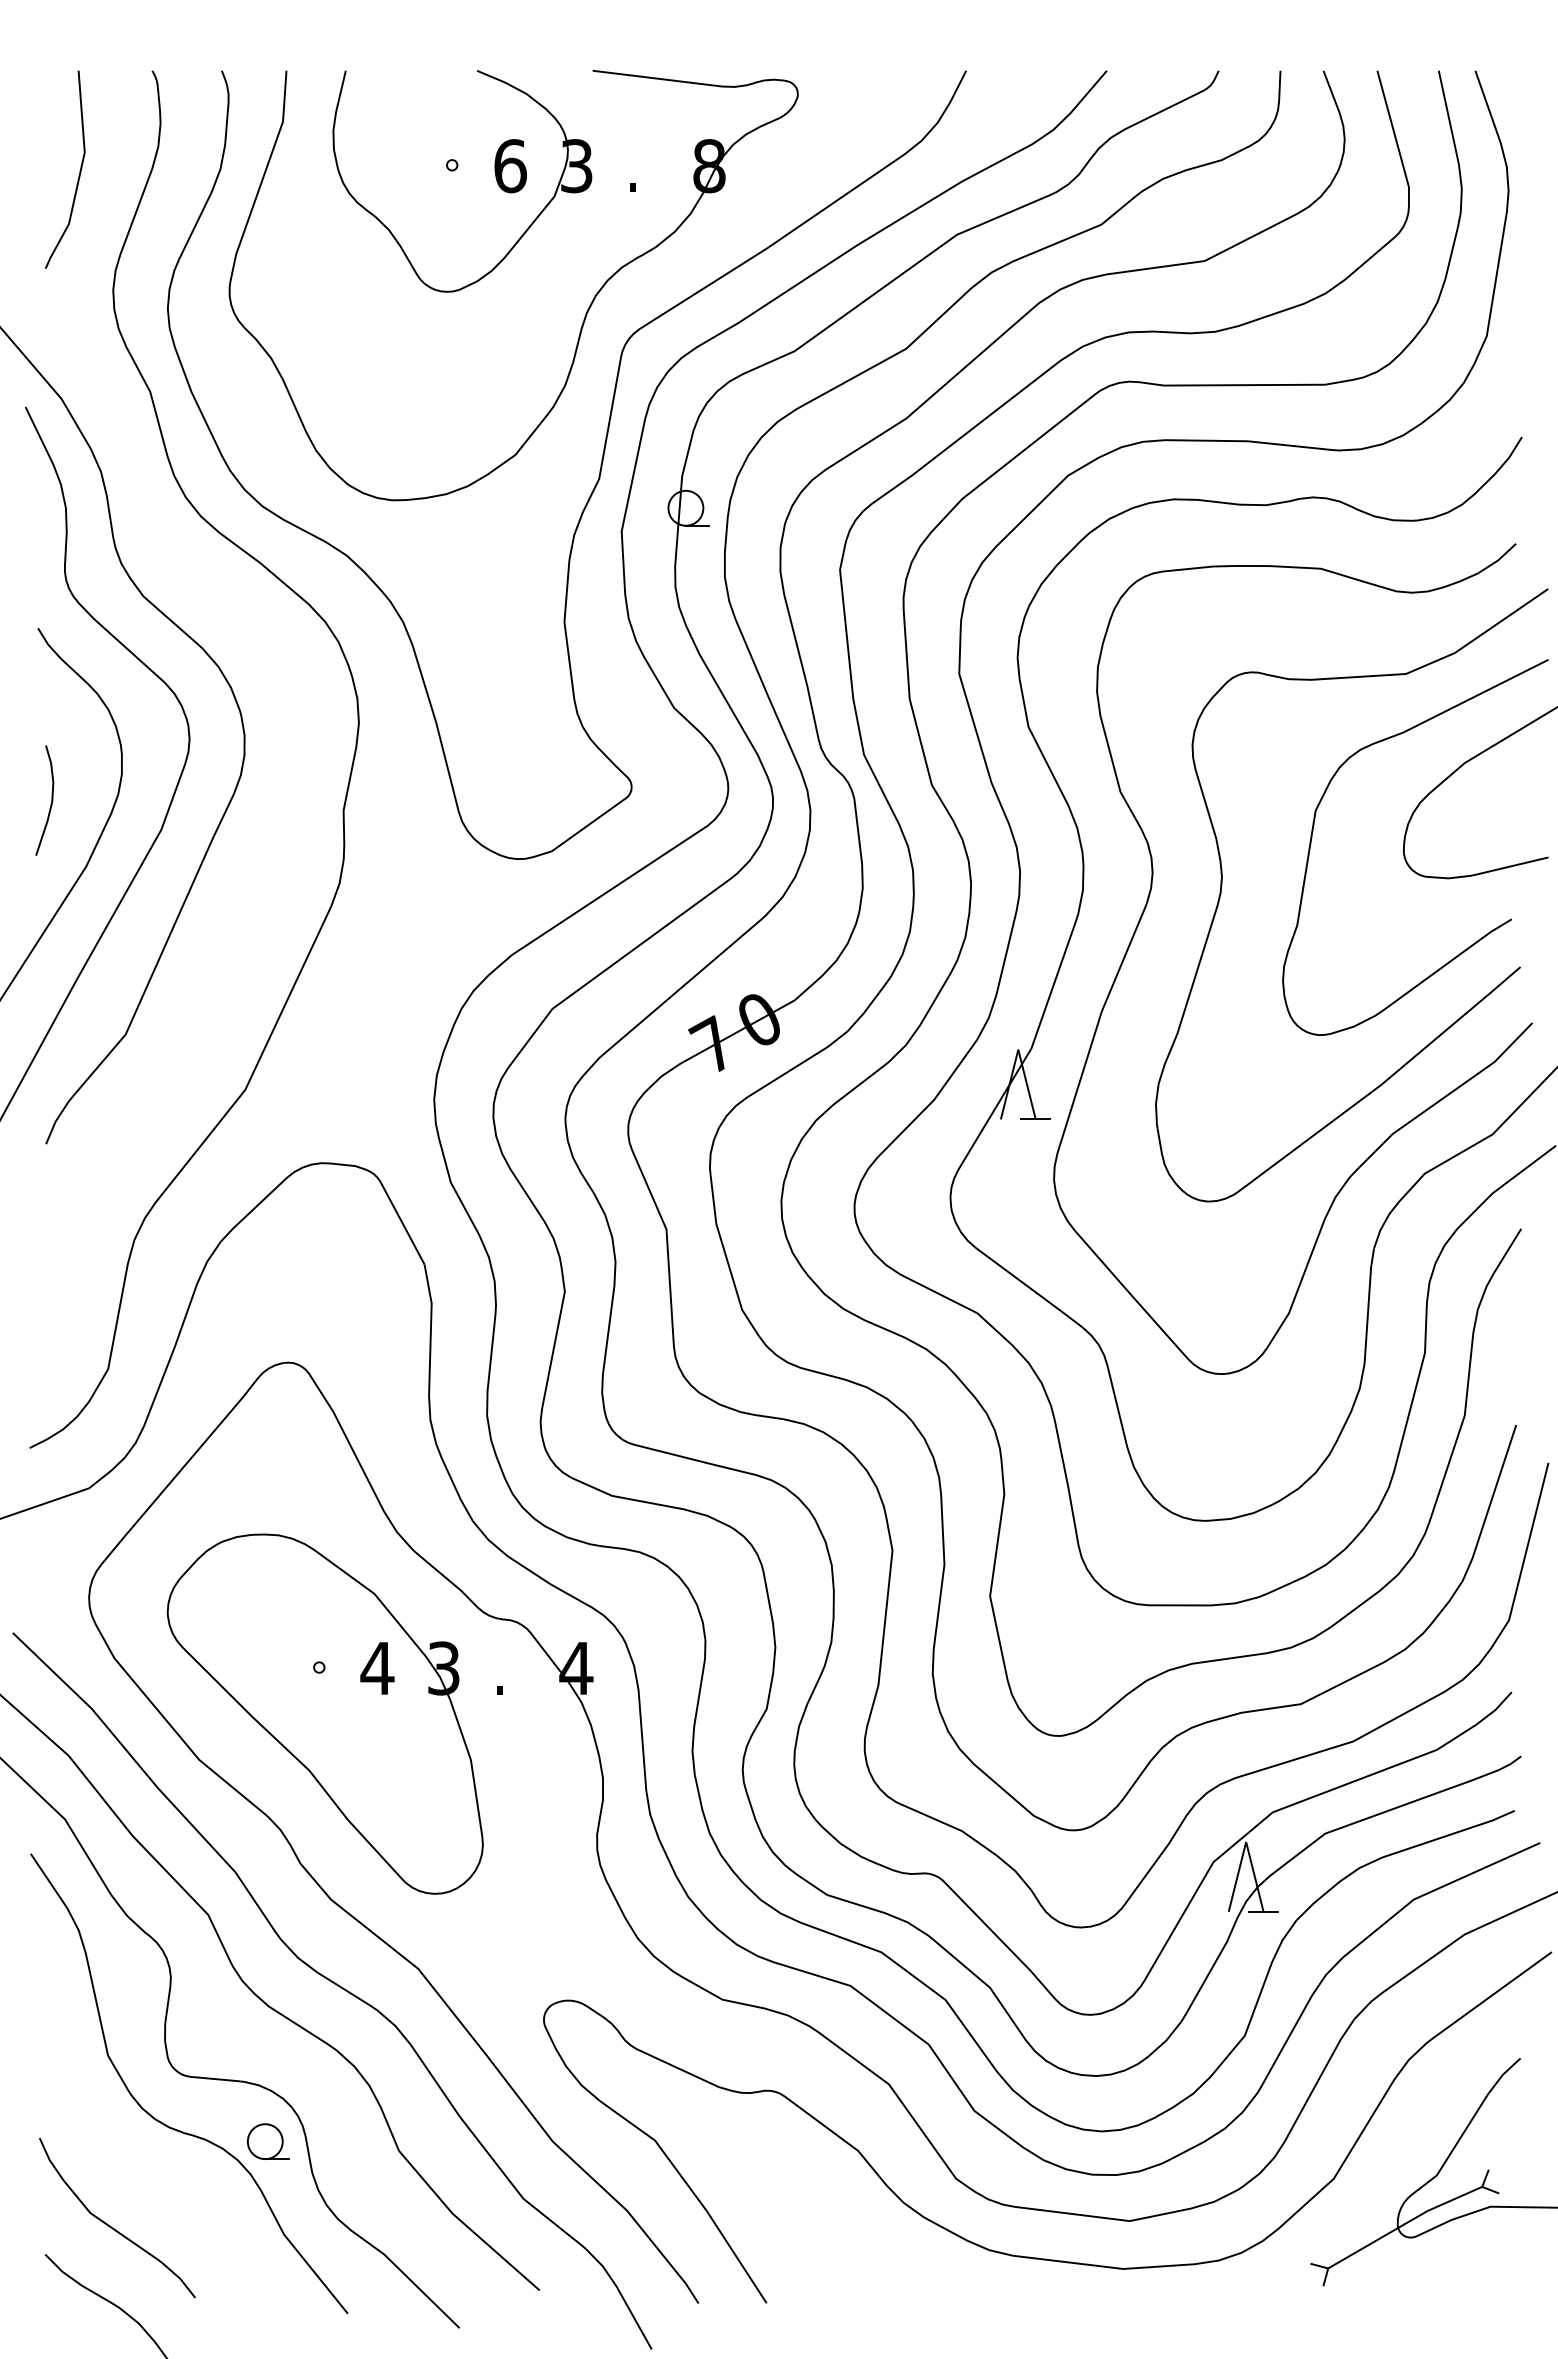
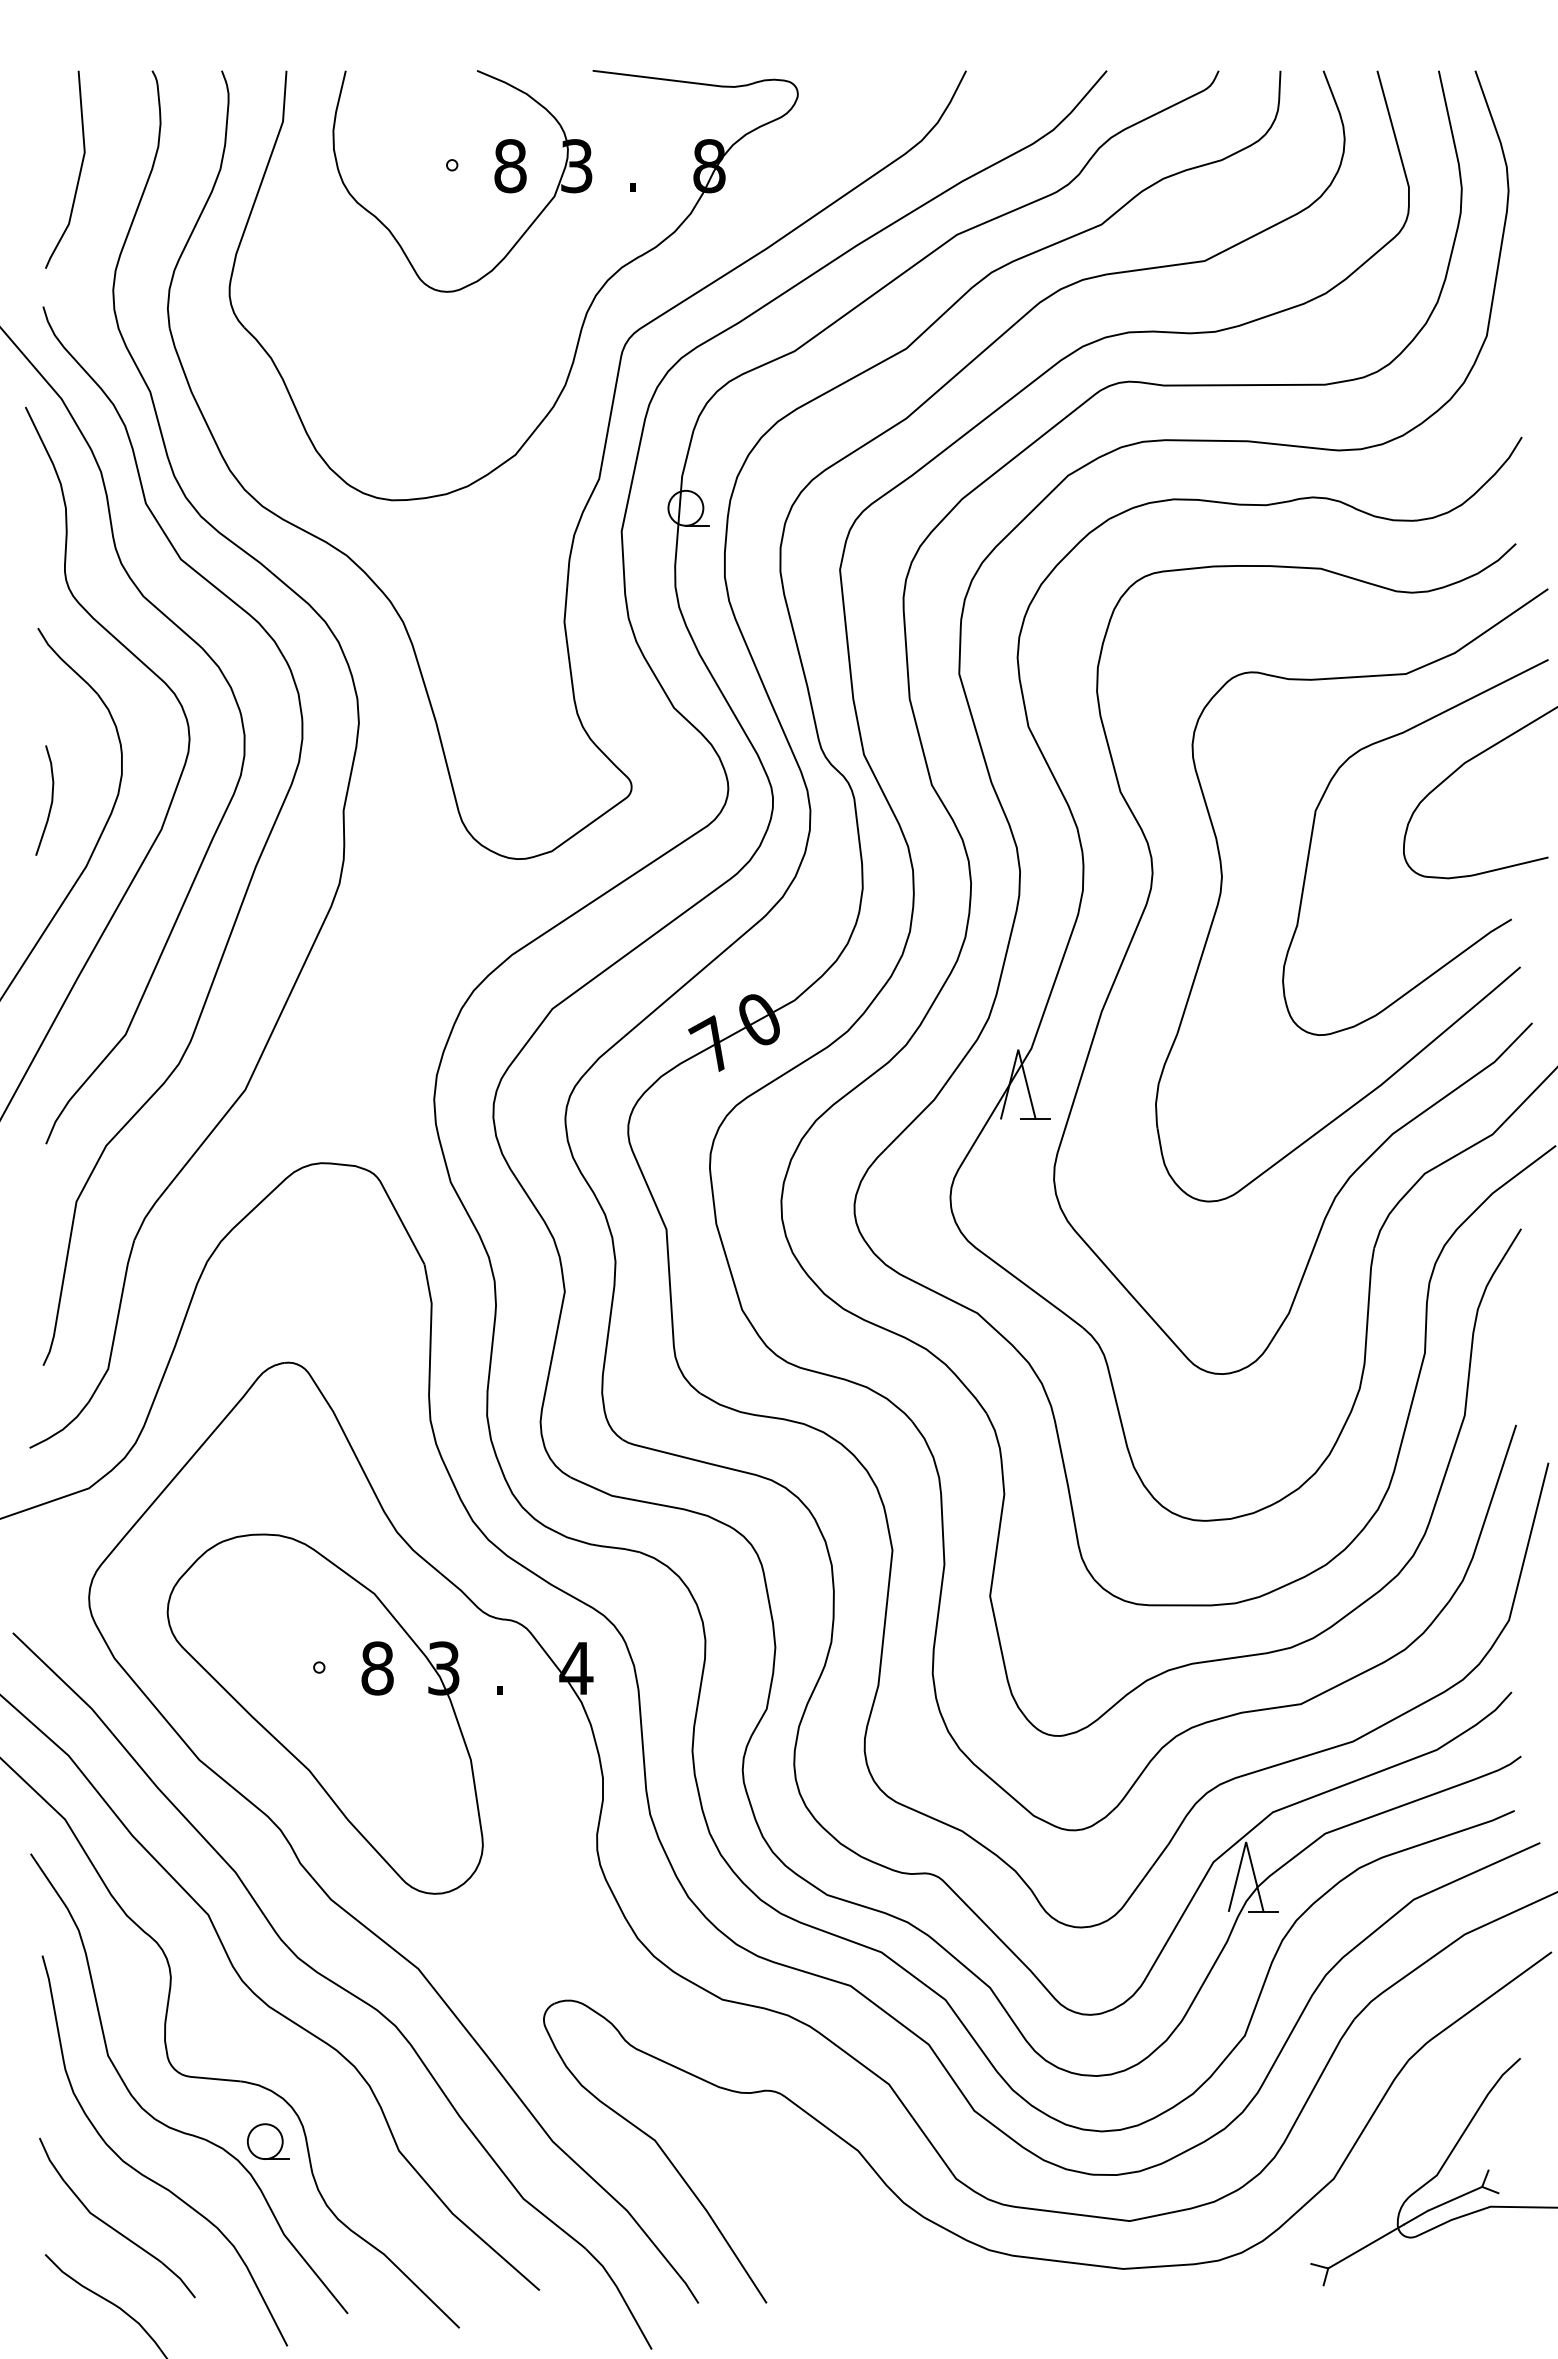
text at (510, 166): 6 -> 8
curve at (253, 869): none -> present
text at (377, 1668): 4 -> 8
curve at (147, 2176): none -> present
